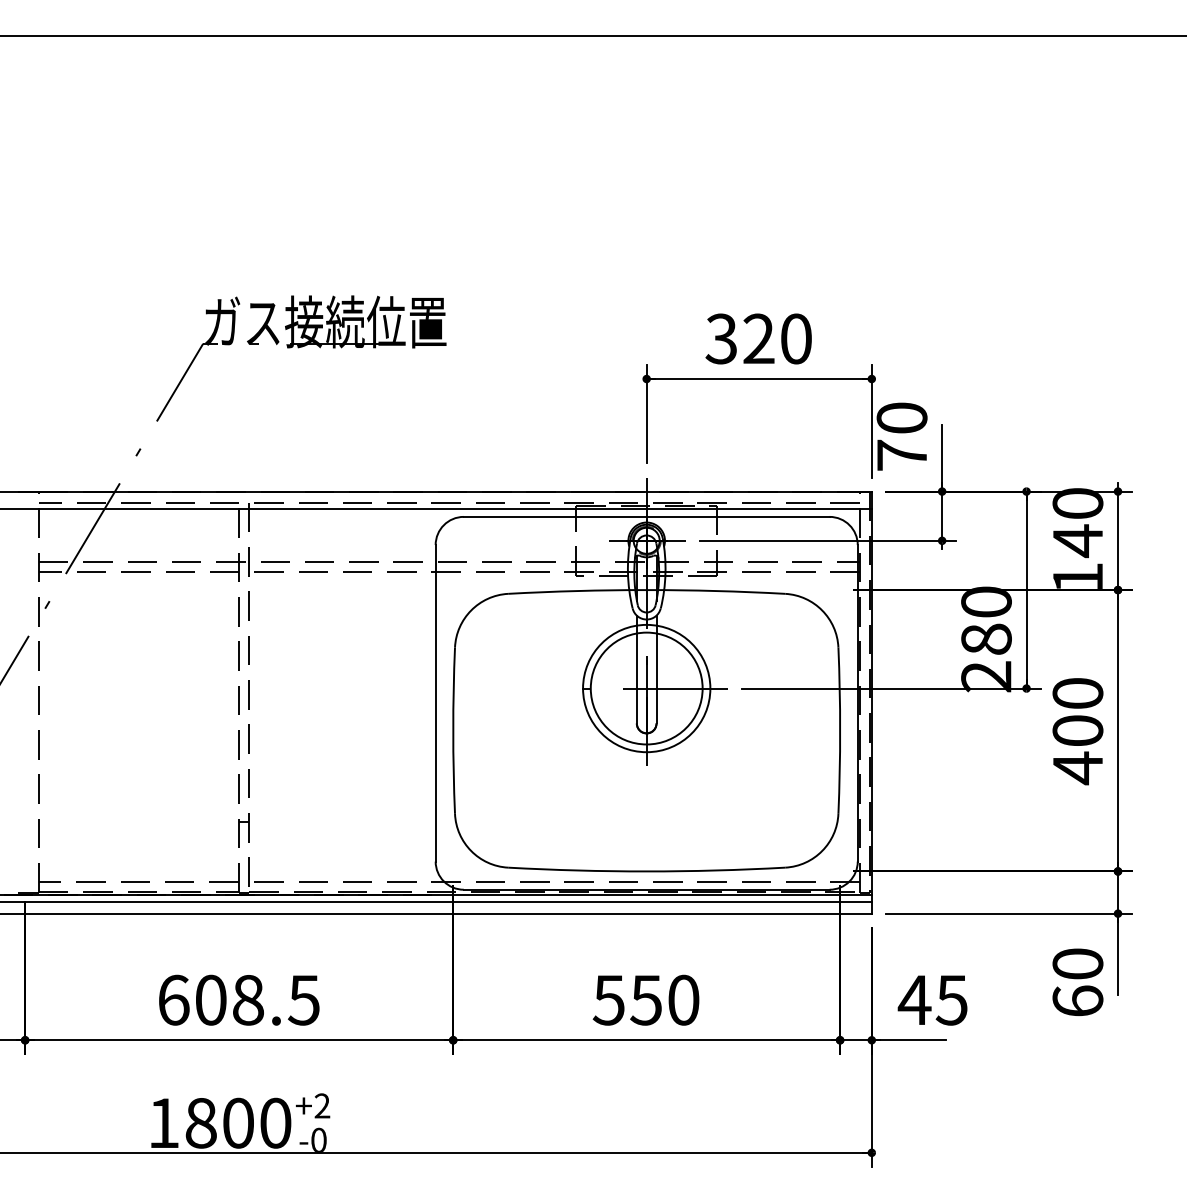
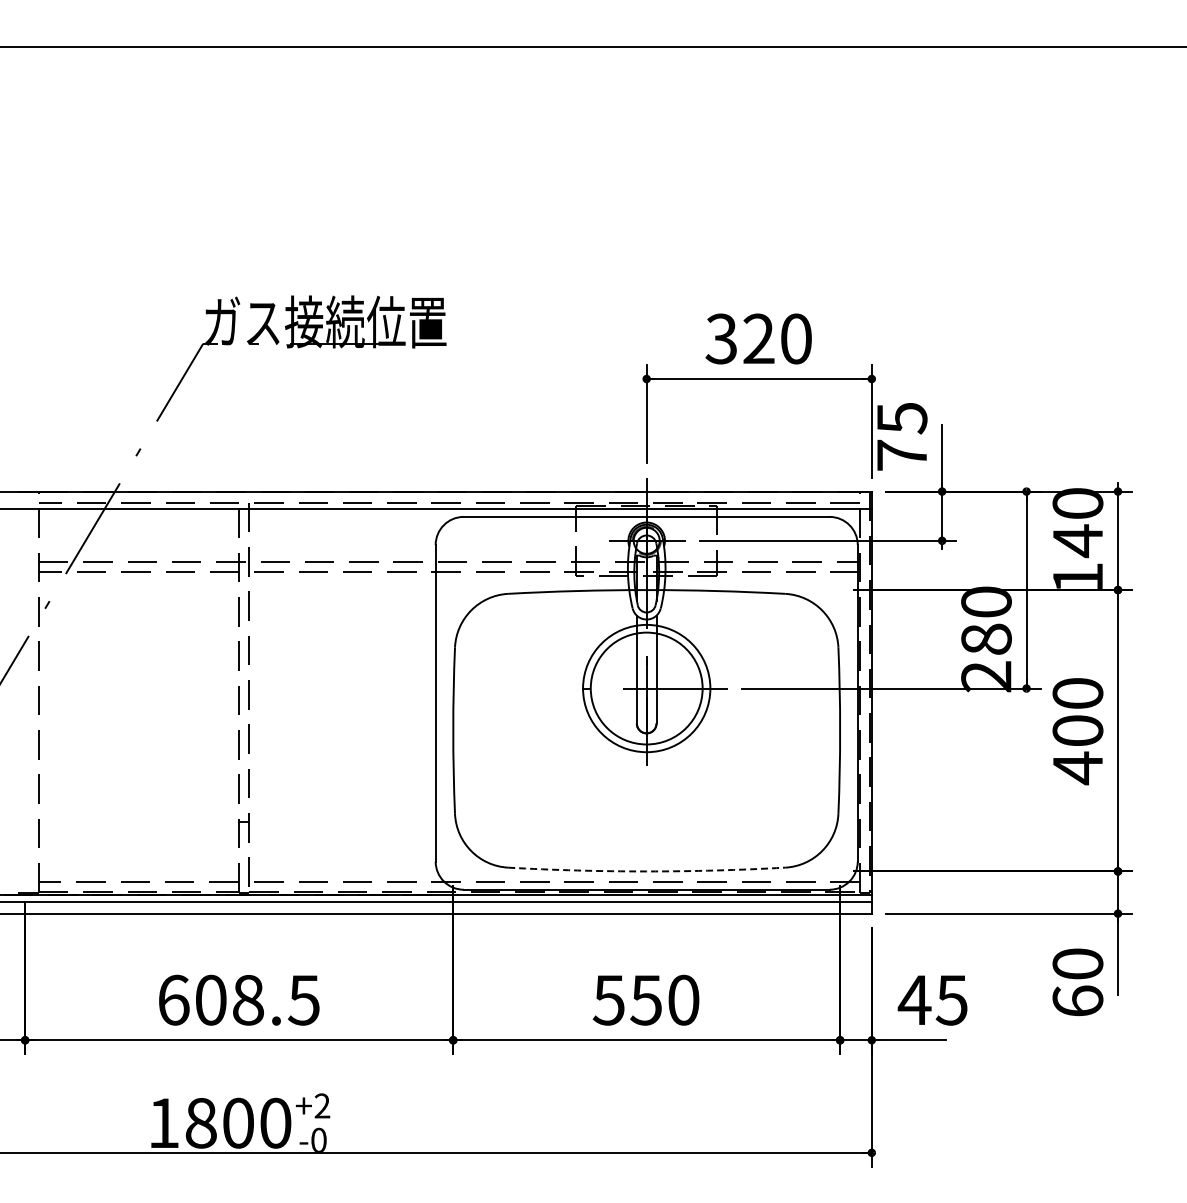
line at (592, 36) position: (592, 36) -> (592, 47)
text at (901, 418): 70 -> 75
arc at (646, 871): solid -> dashed
